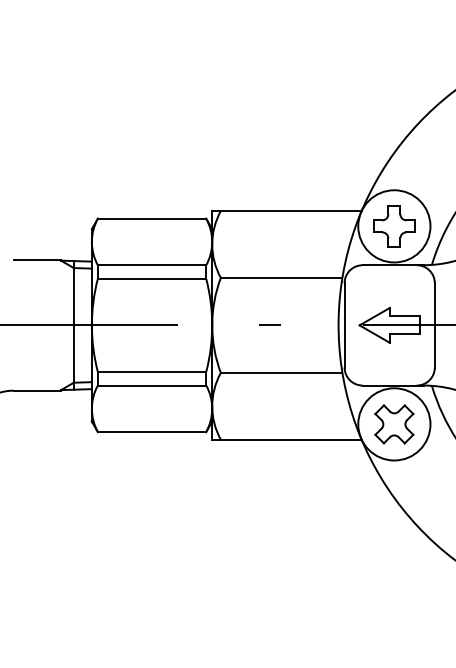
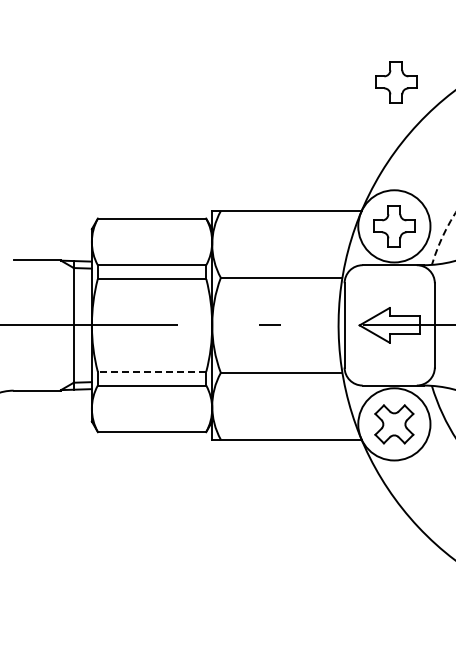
part at (396, 82): none -> present
arc at (442, 237): solid -> dashed
line at (151, 371): solid -> dashed
